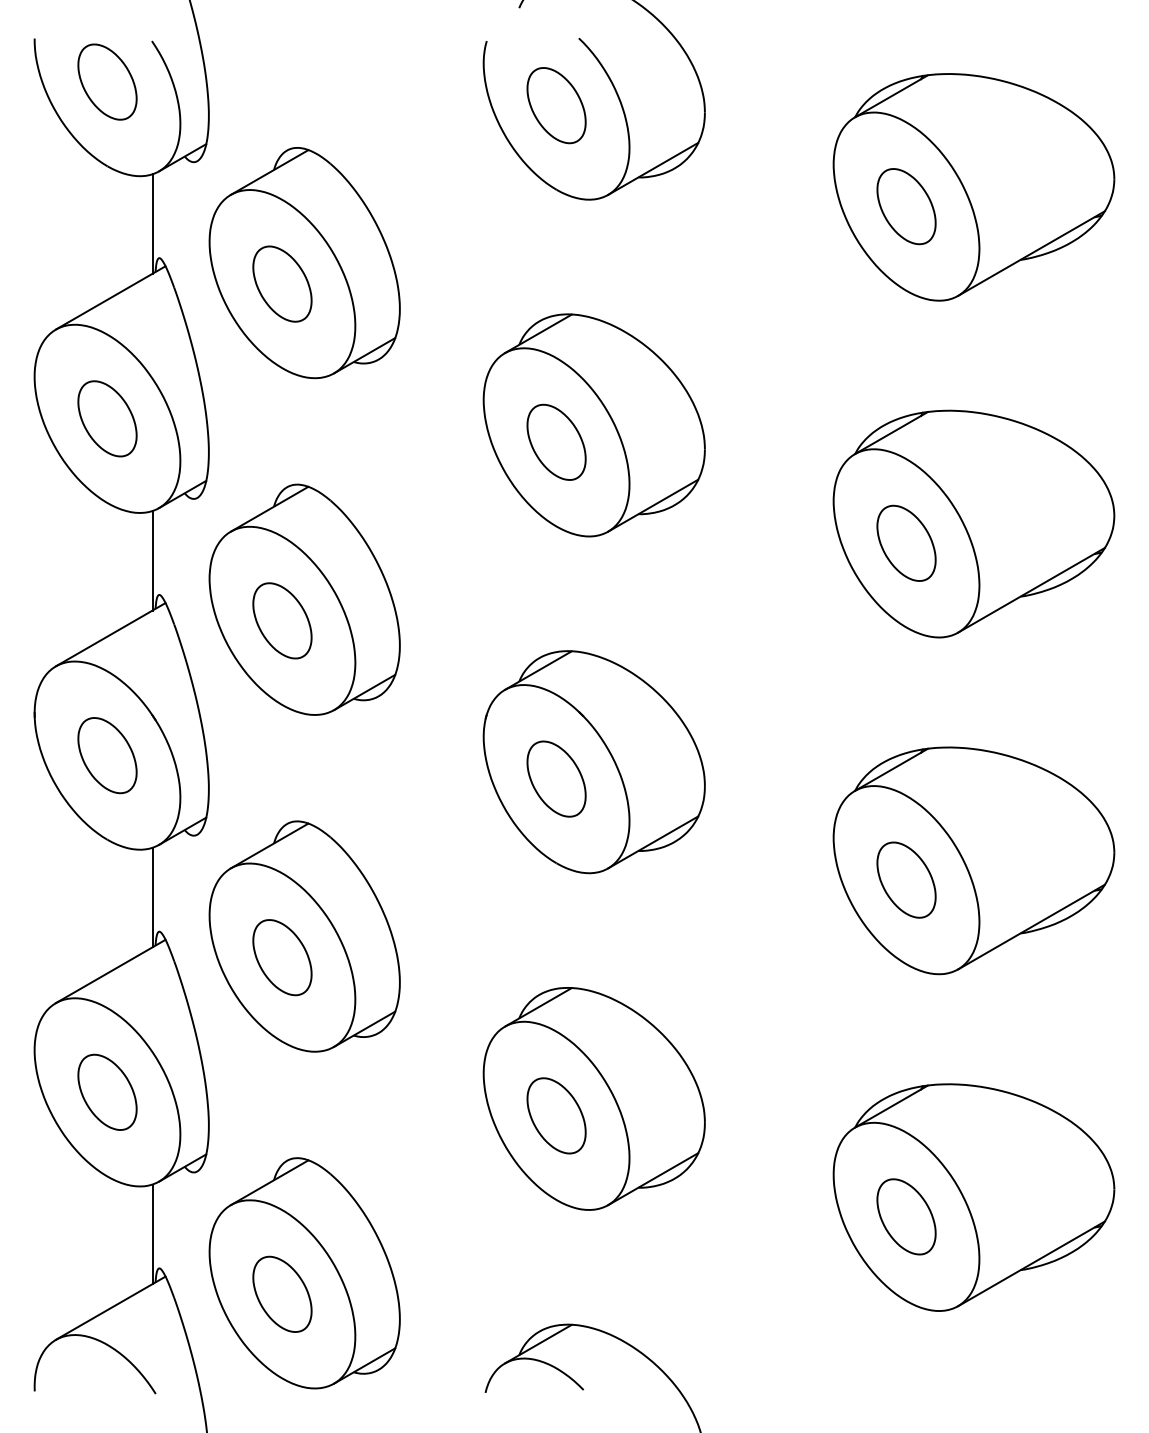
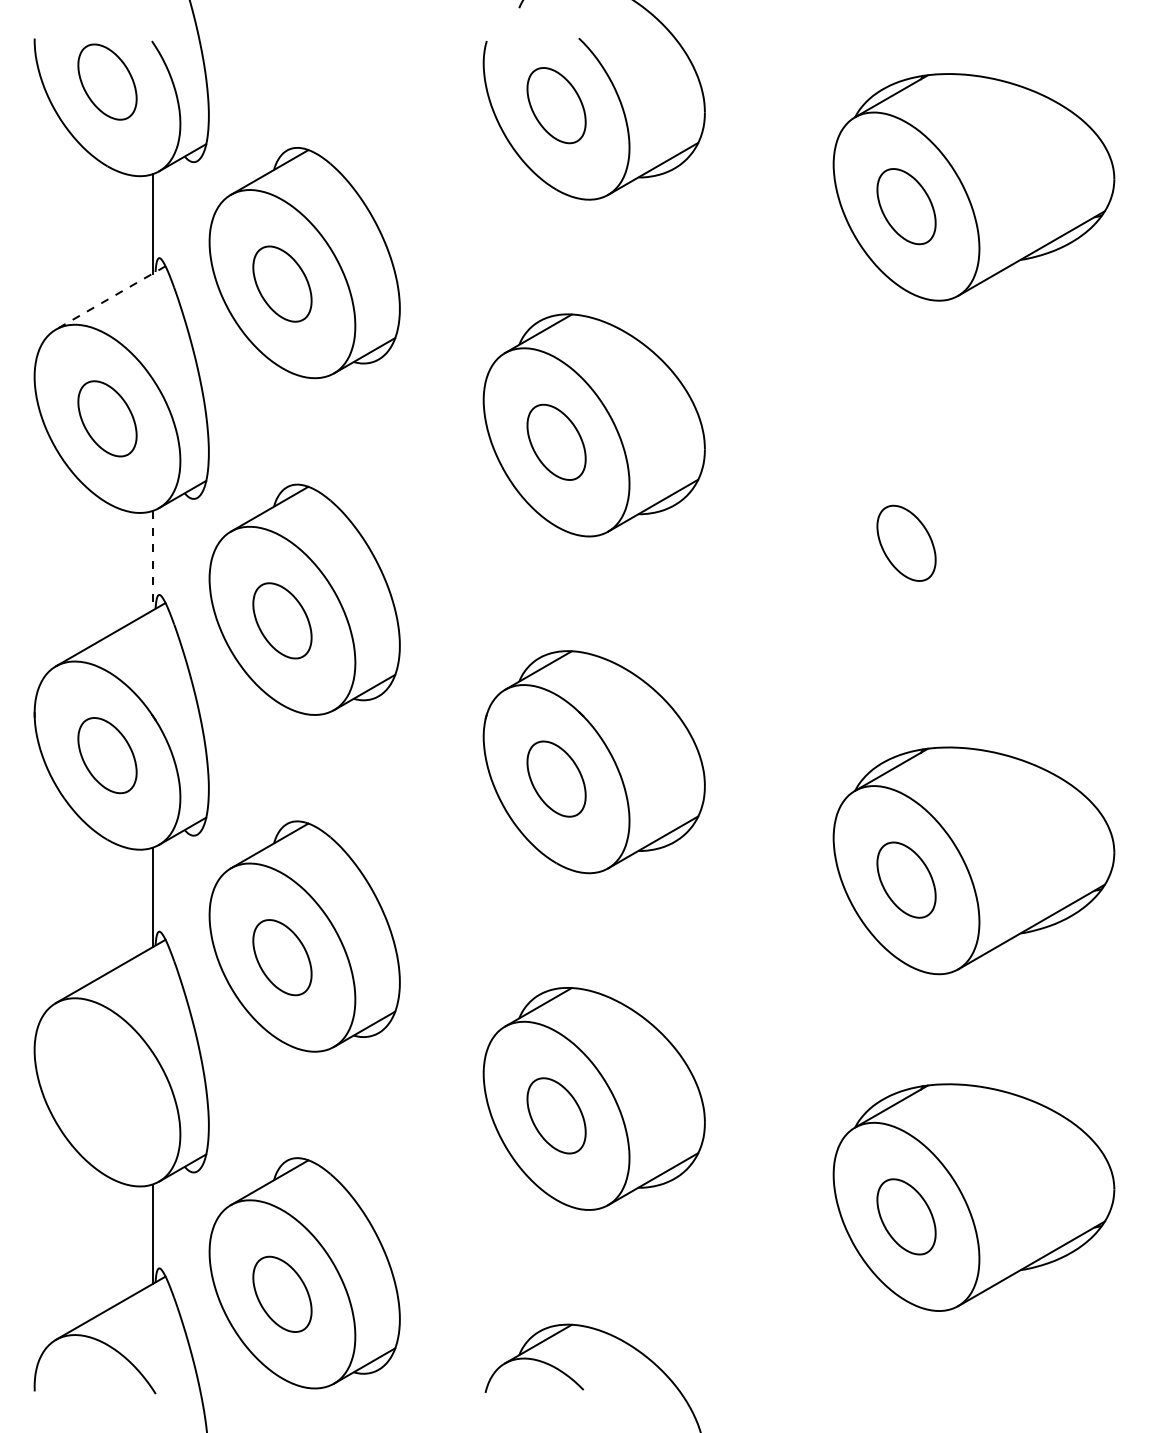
line at (110, 298): solid -> dashed
part at (973, 523): present -> none
line at (152, 560): solid -> dashed
part at (107, 1091): present -> none
